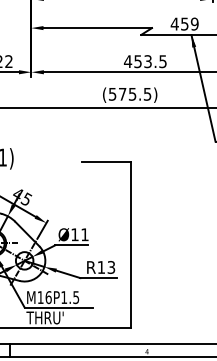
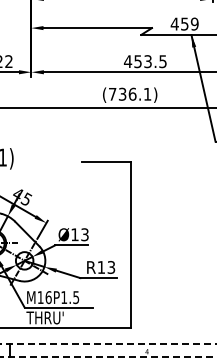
text at (130, 93): (575.5) -> (736.1)
text at (84, 234): Ø11 -> Ø13
line at (108, 344): solid -> dashed
line at (108, 357): solid -> dashed
